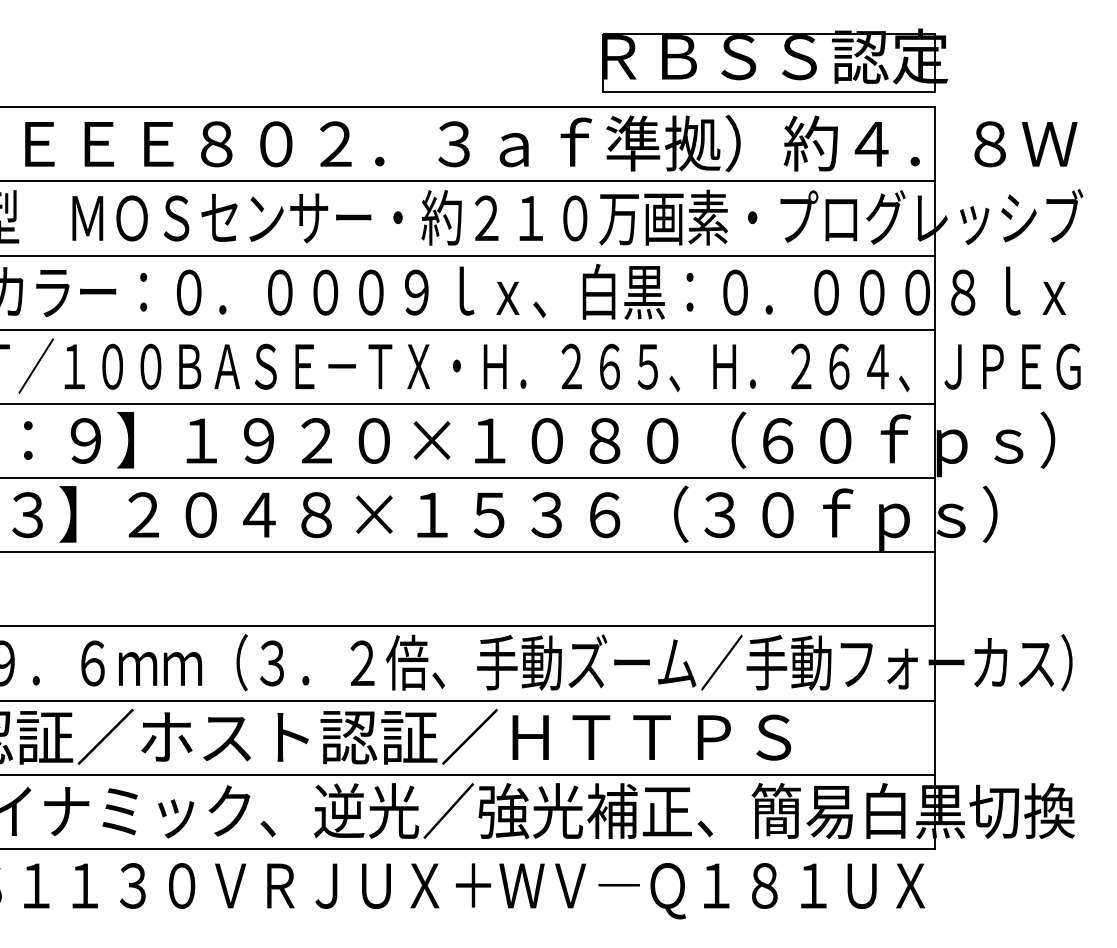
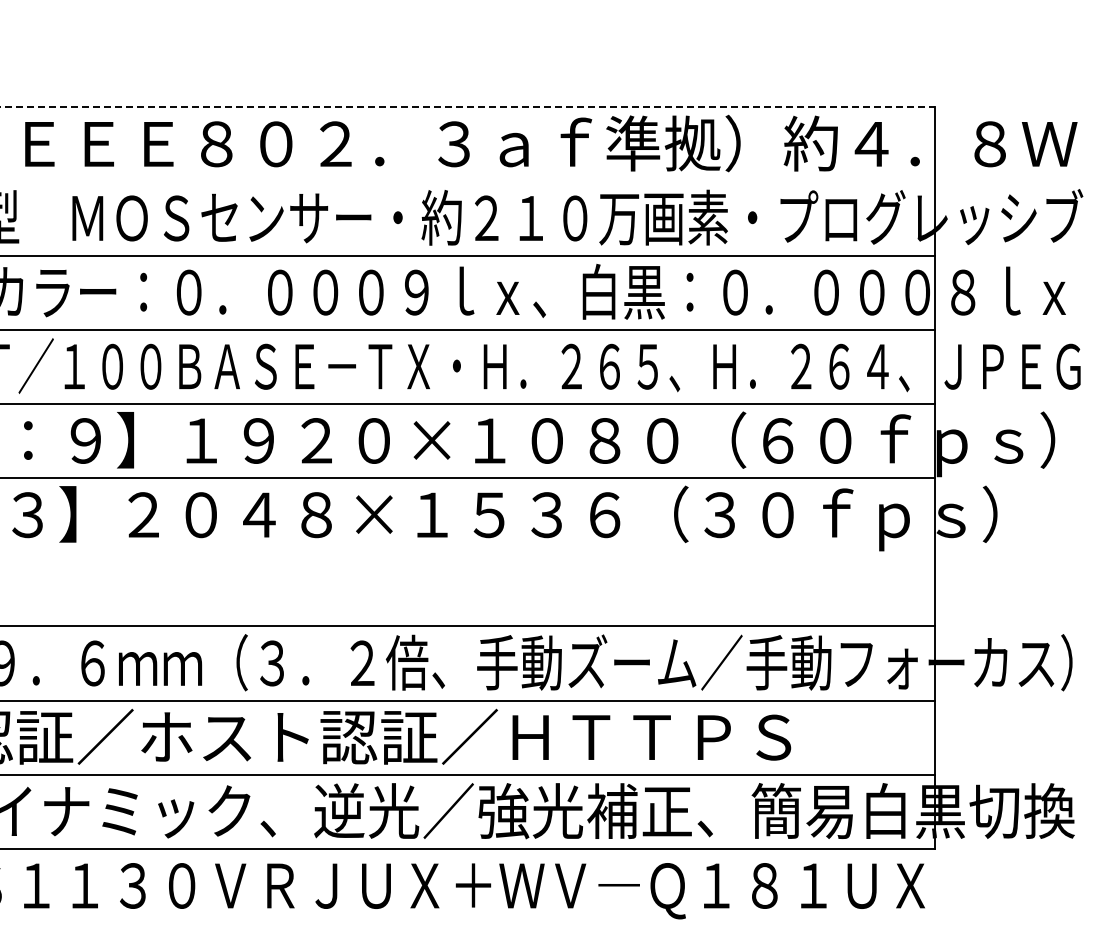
part at (775, 60): present -> none
line at (468, 107): solid -> dashed
line at (468, 181): present -> none
line at (468, 552): present -> none
